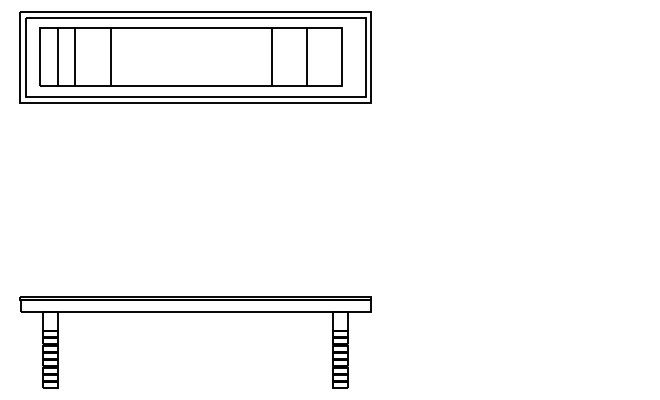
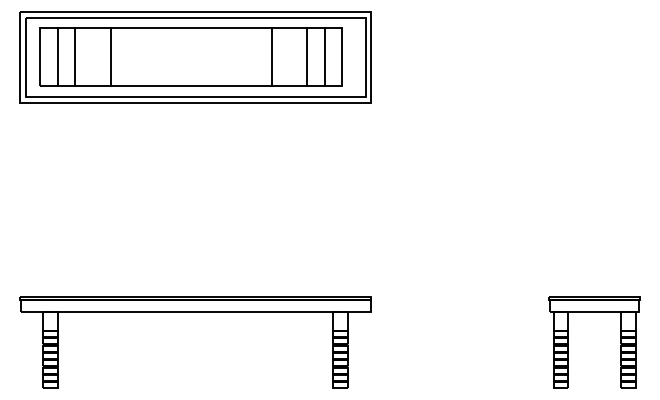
line at (324, 56): none -> present
part at (568, 342): none -> present
